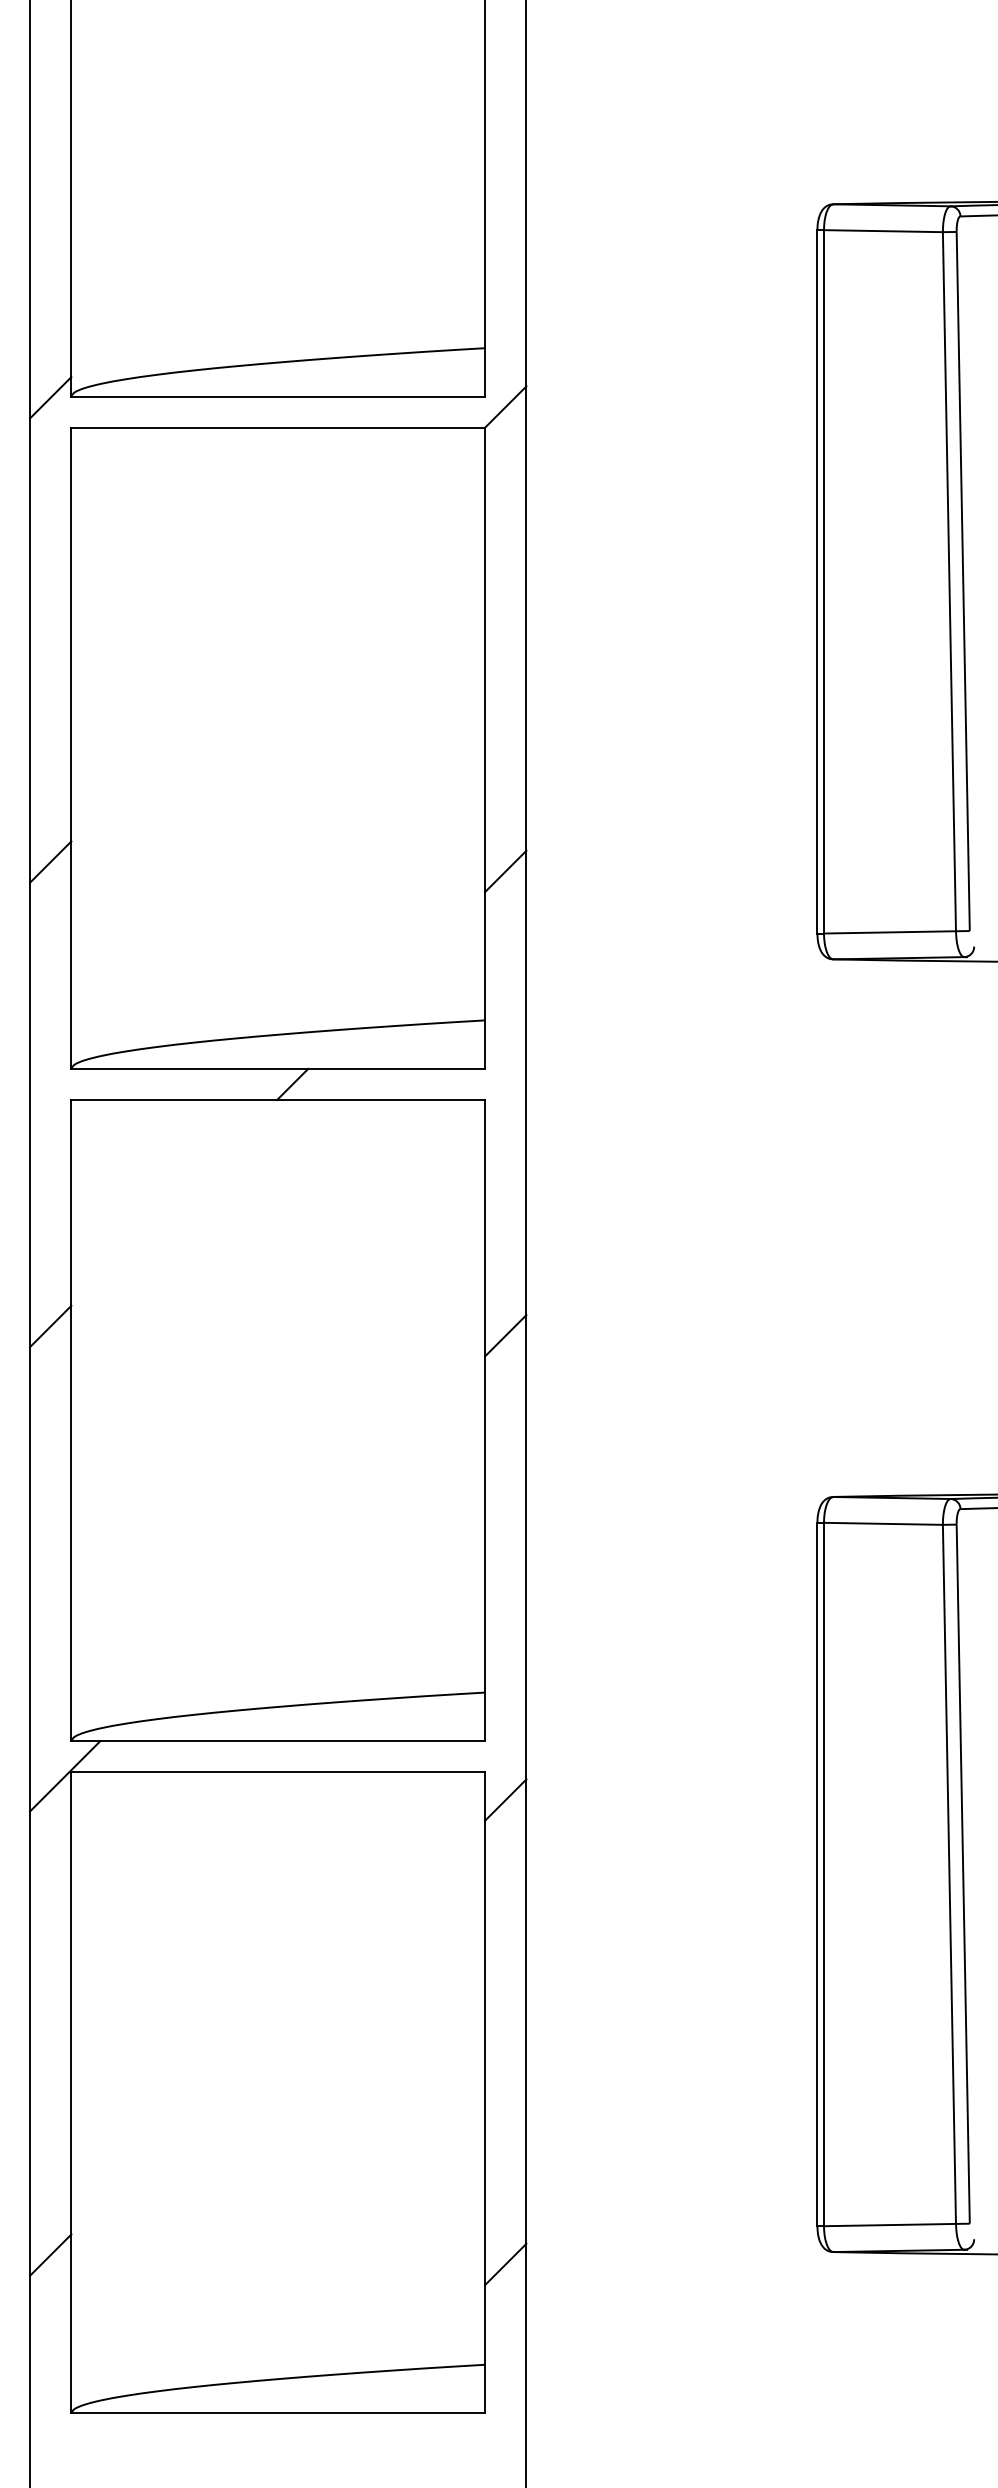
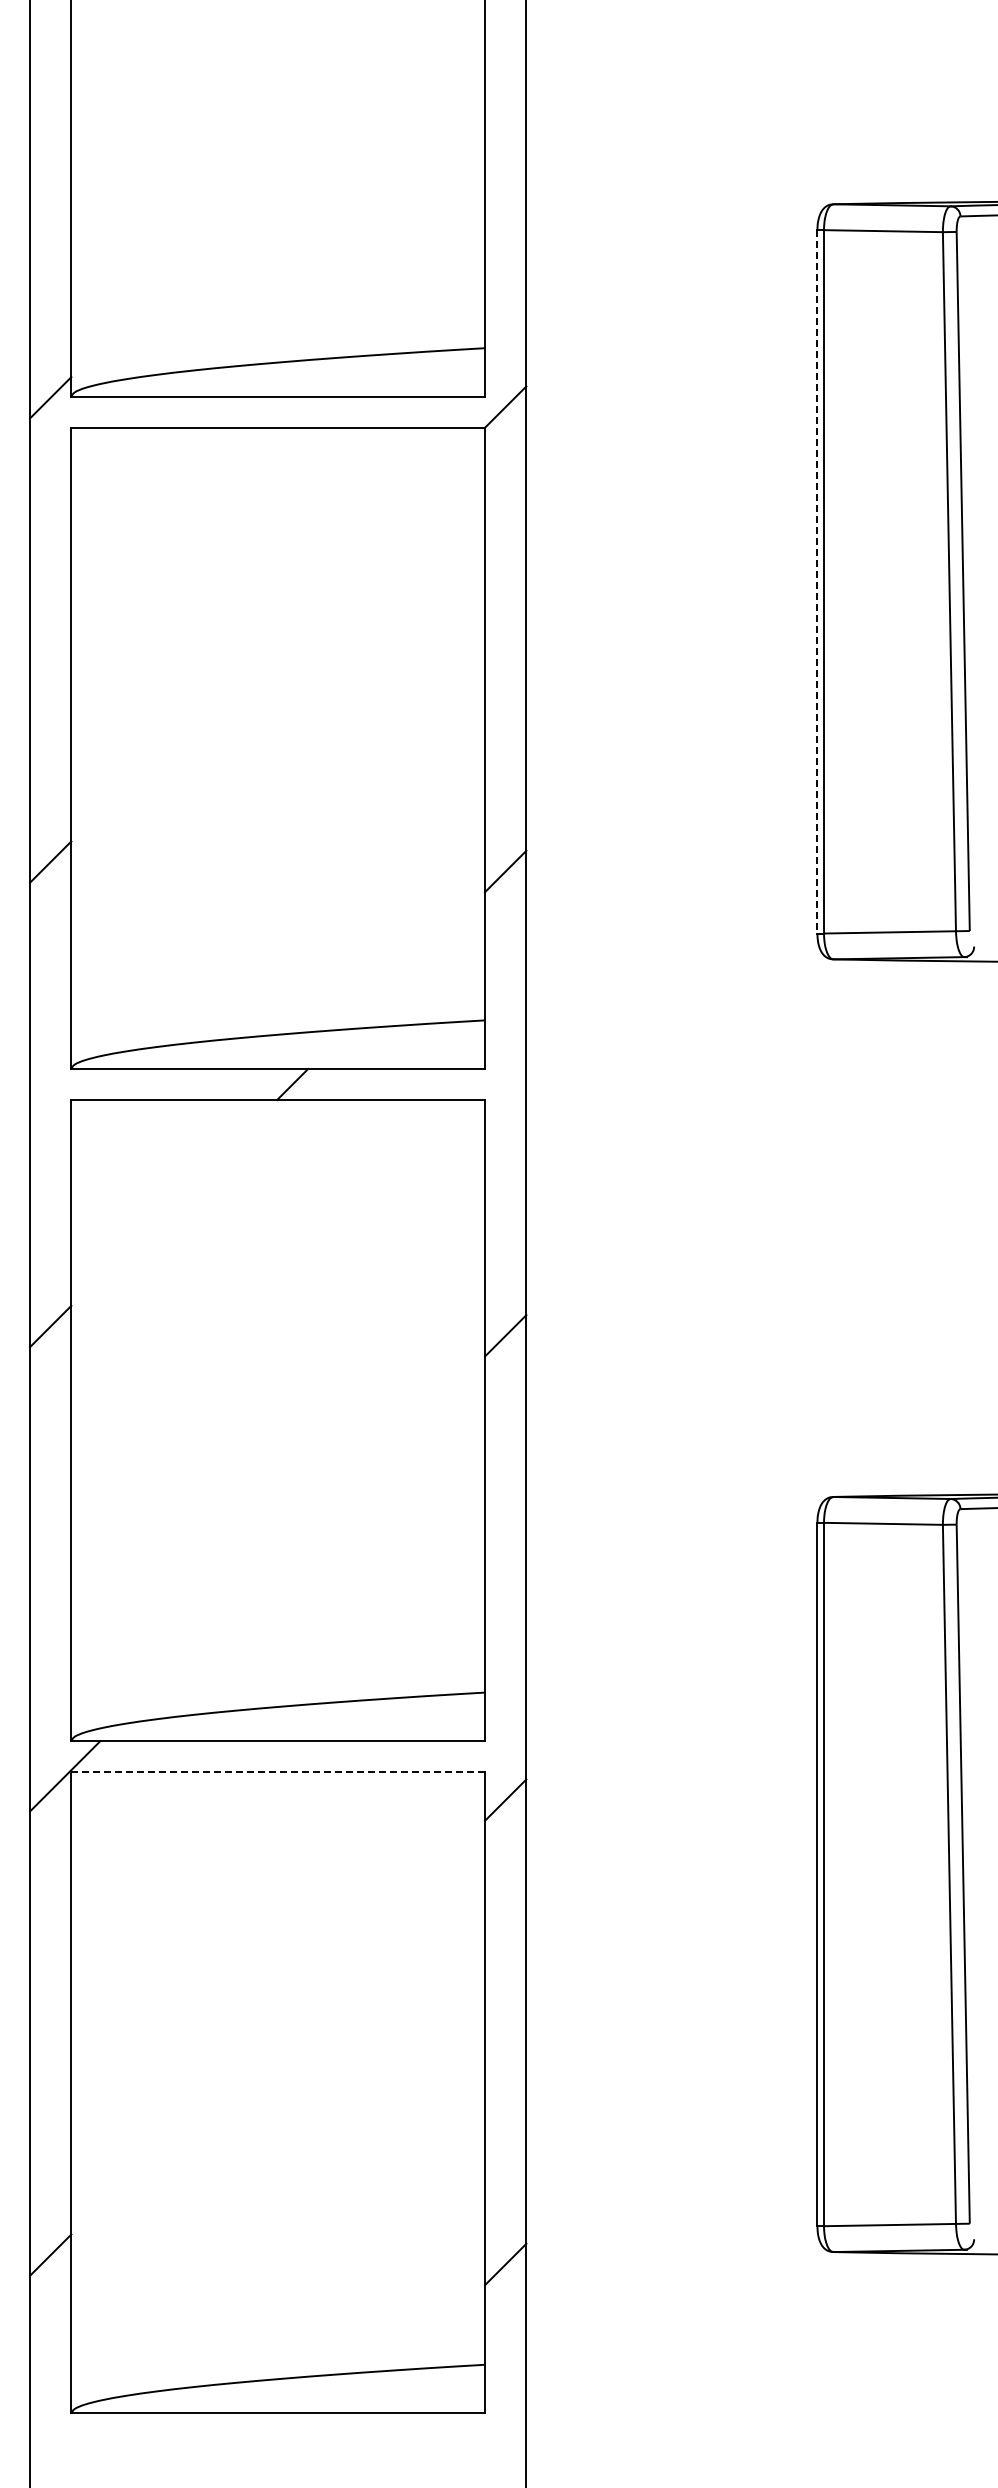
line at (817, 581): solid -> dashed
line at (278, 1772): solid -> dashed
